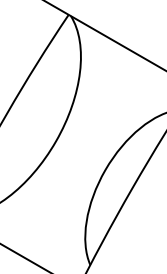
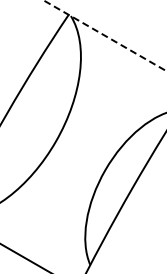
line at (105, 36): solid -> dashed
